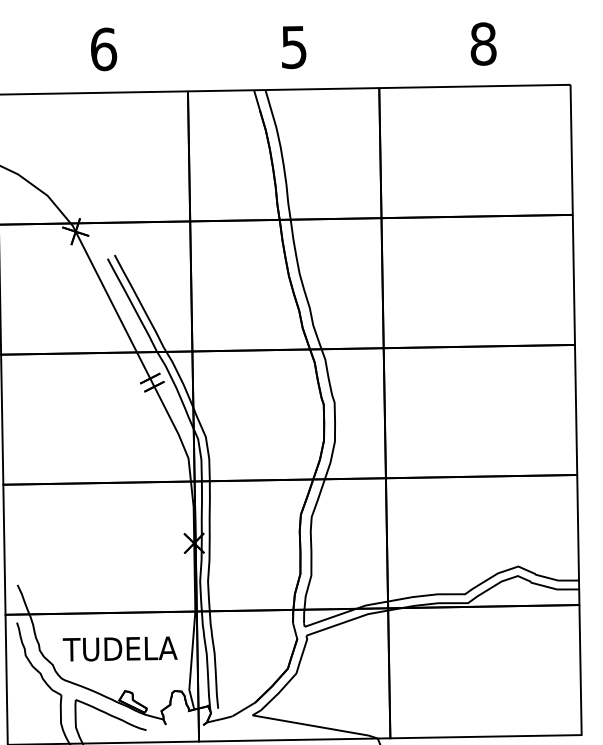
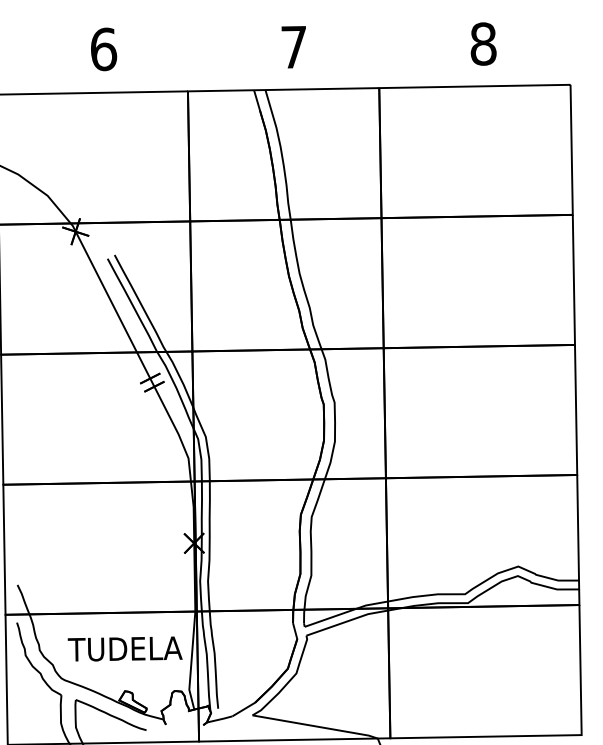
text at (293, 47): 5 -> 7
text at (119, 648) position: (119, 648) -> (124, 648)
